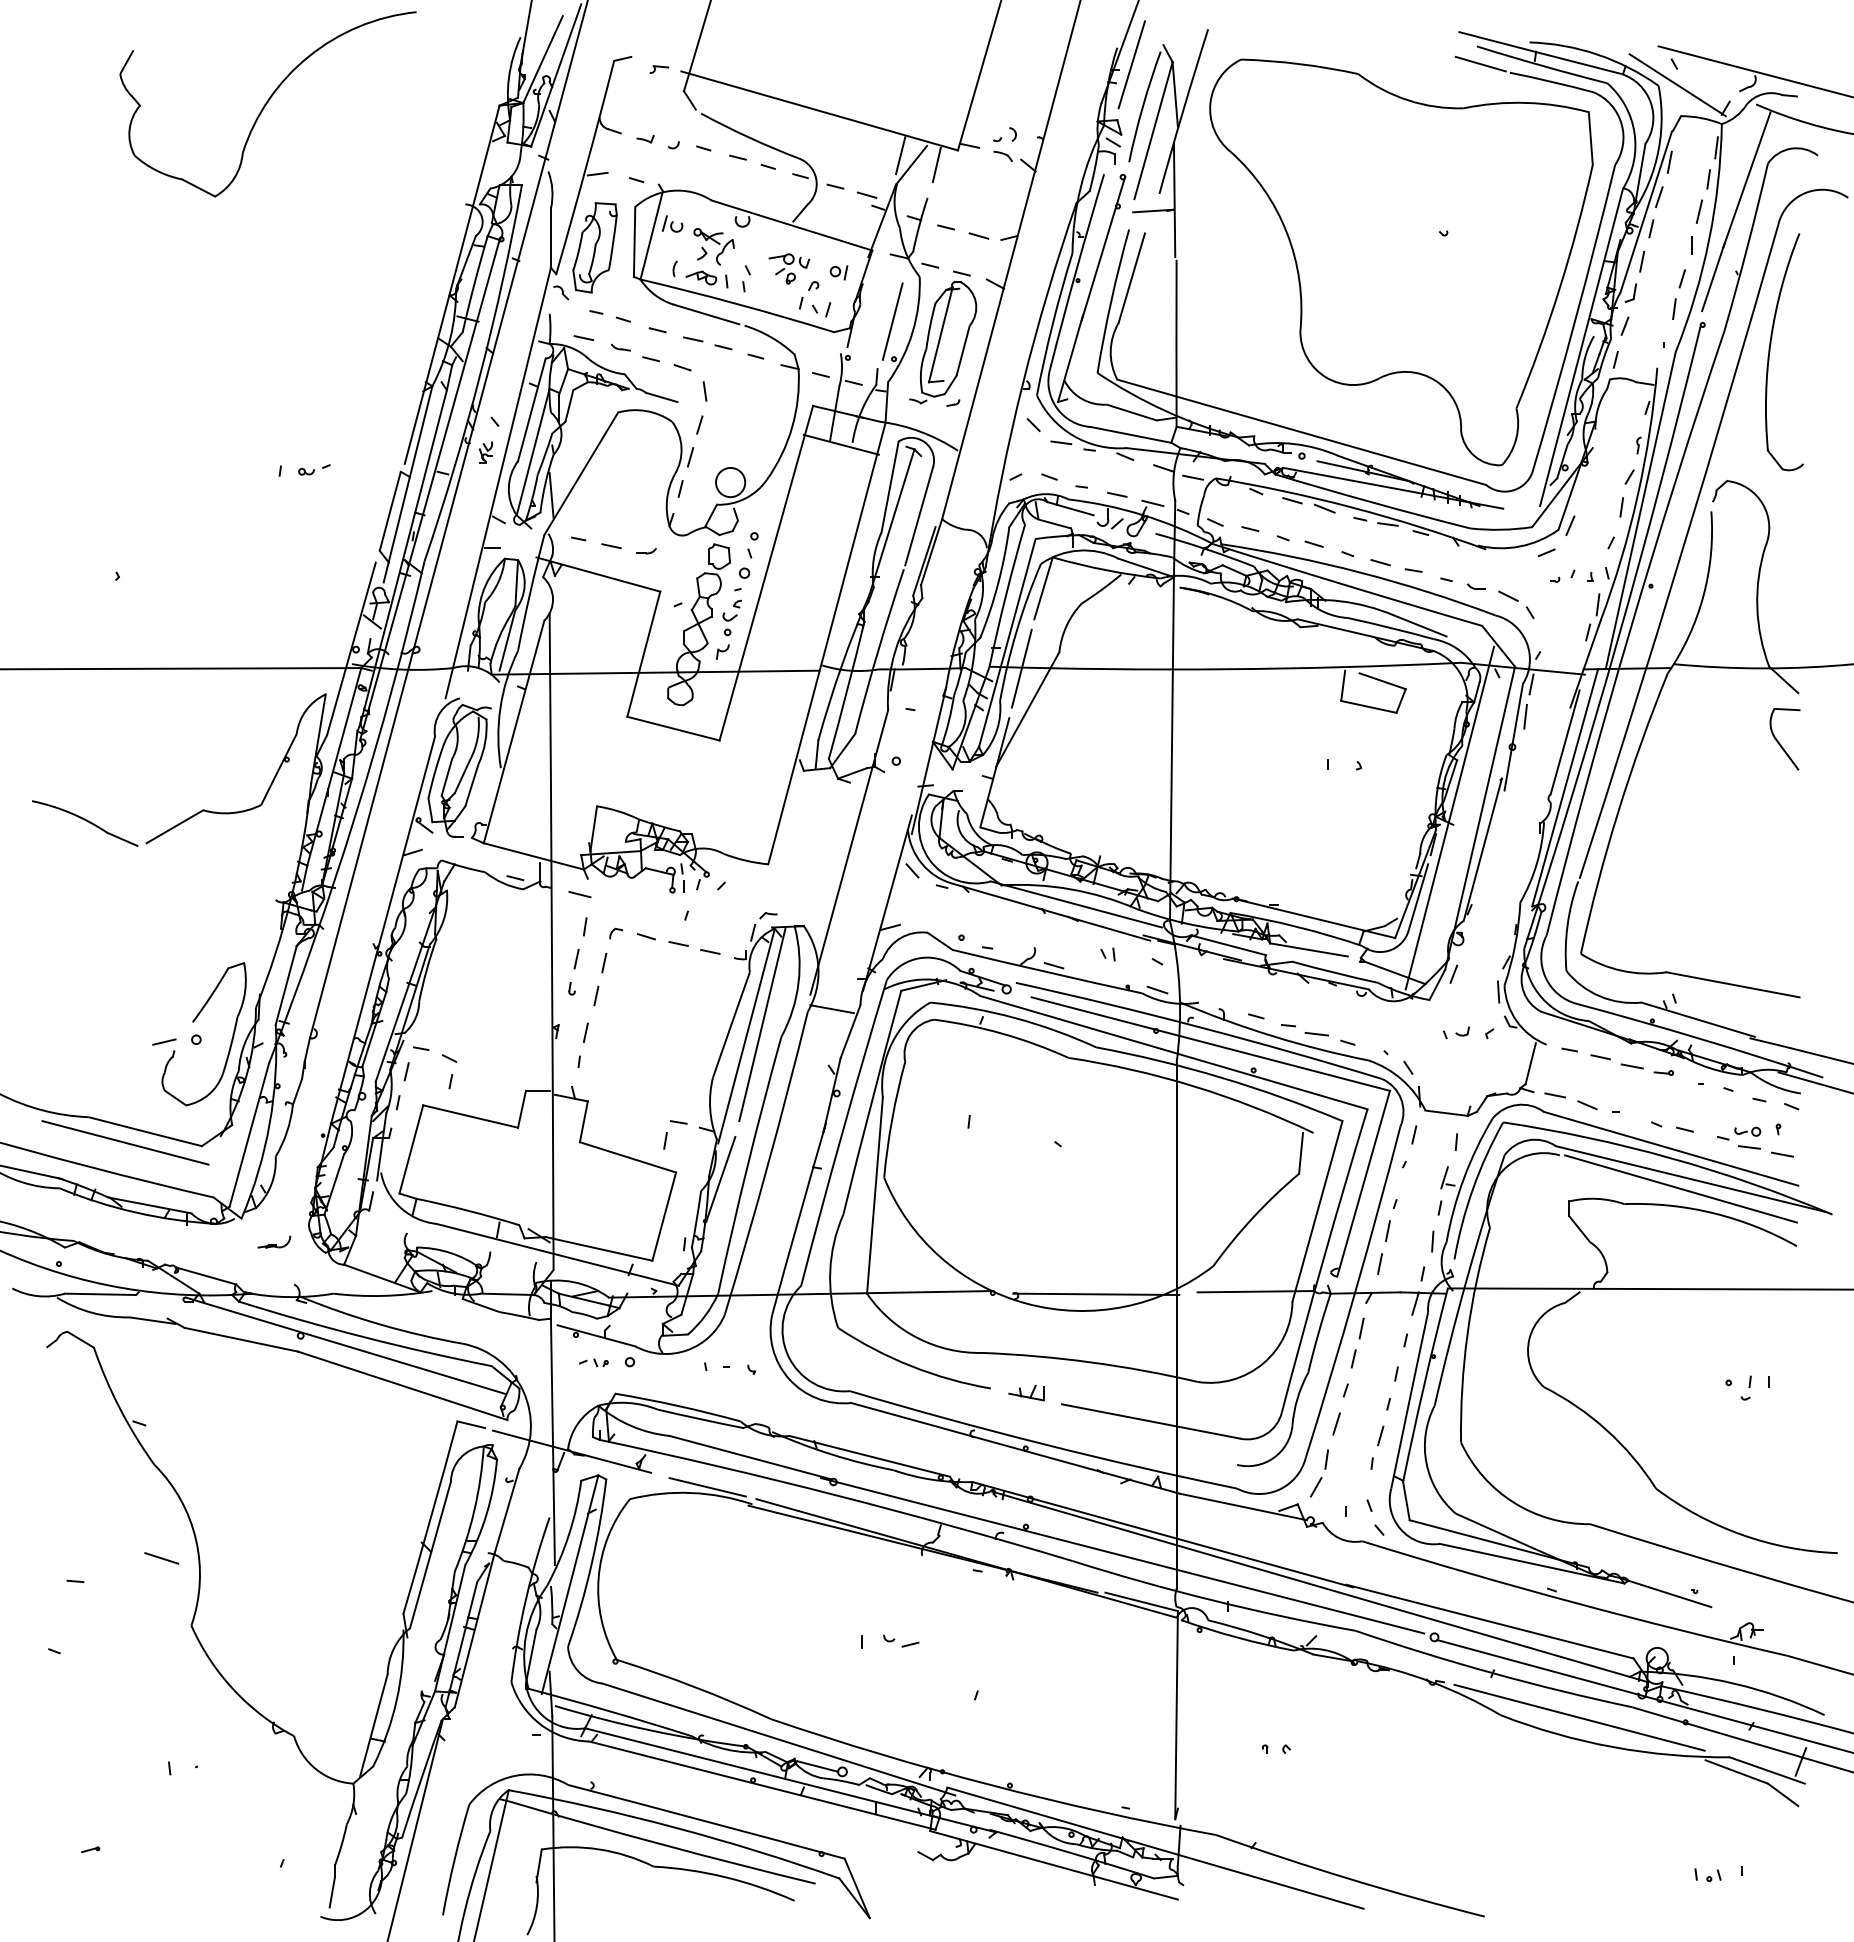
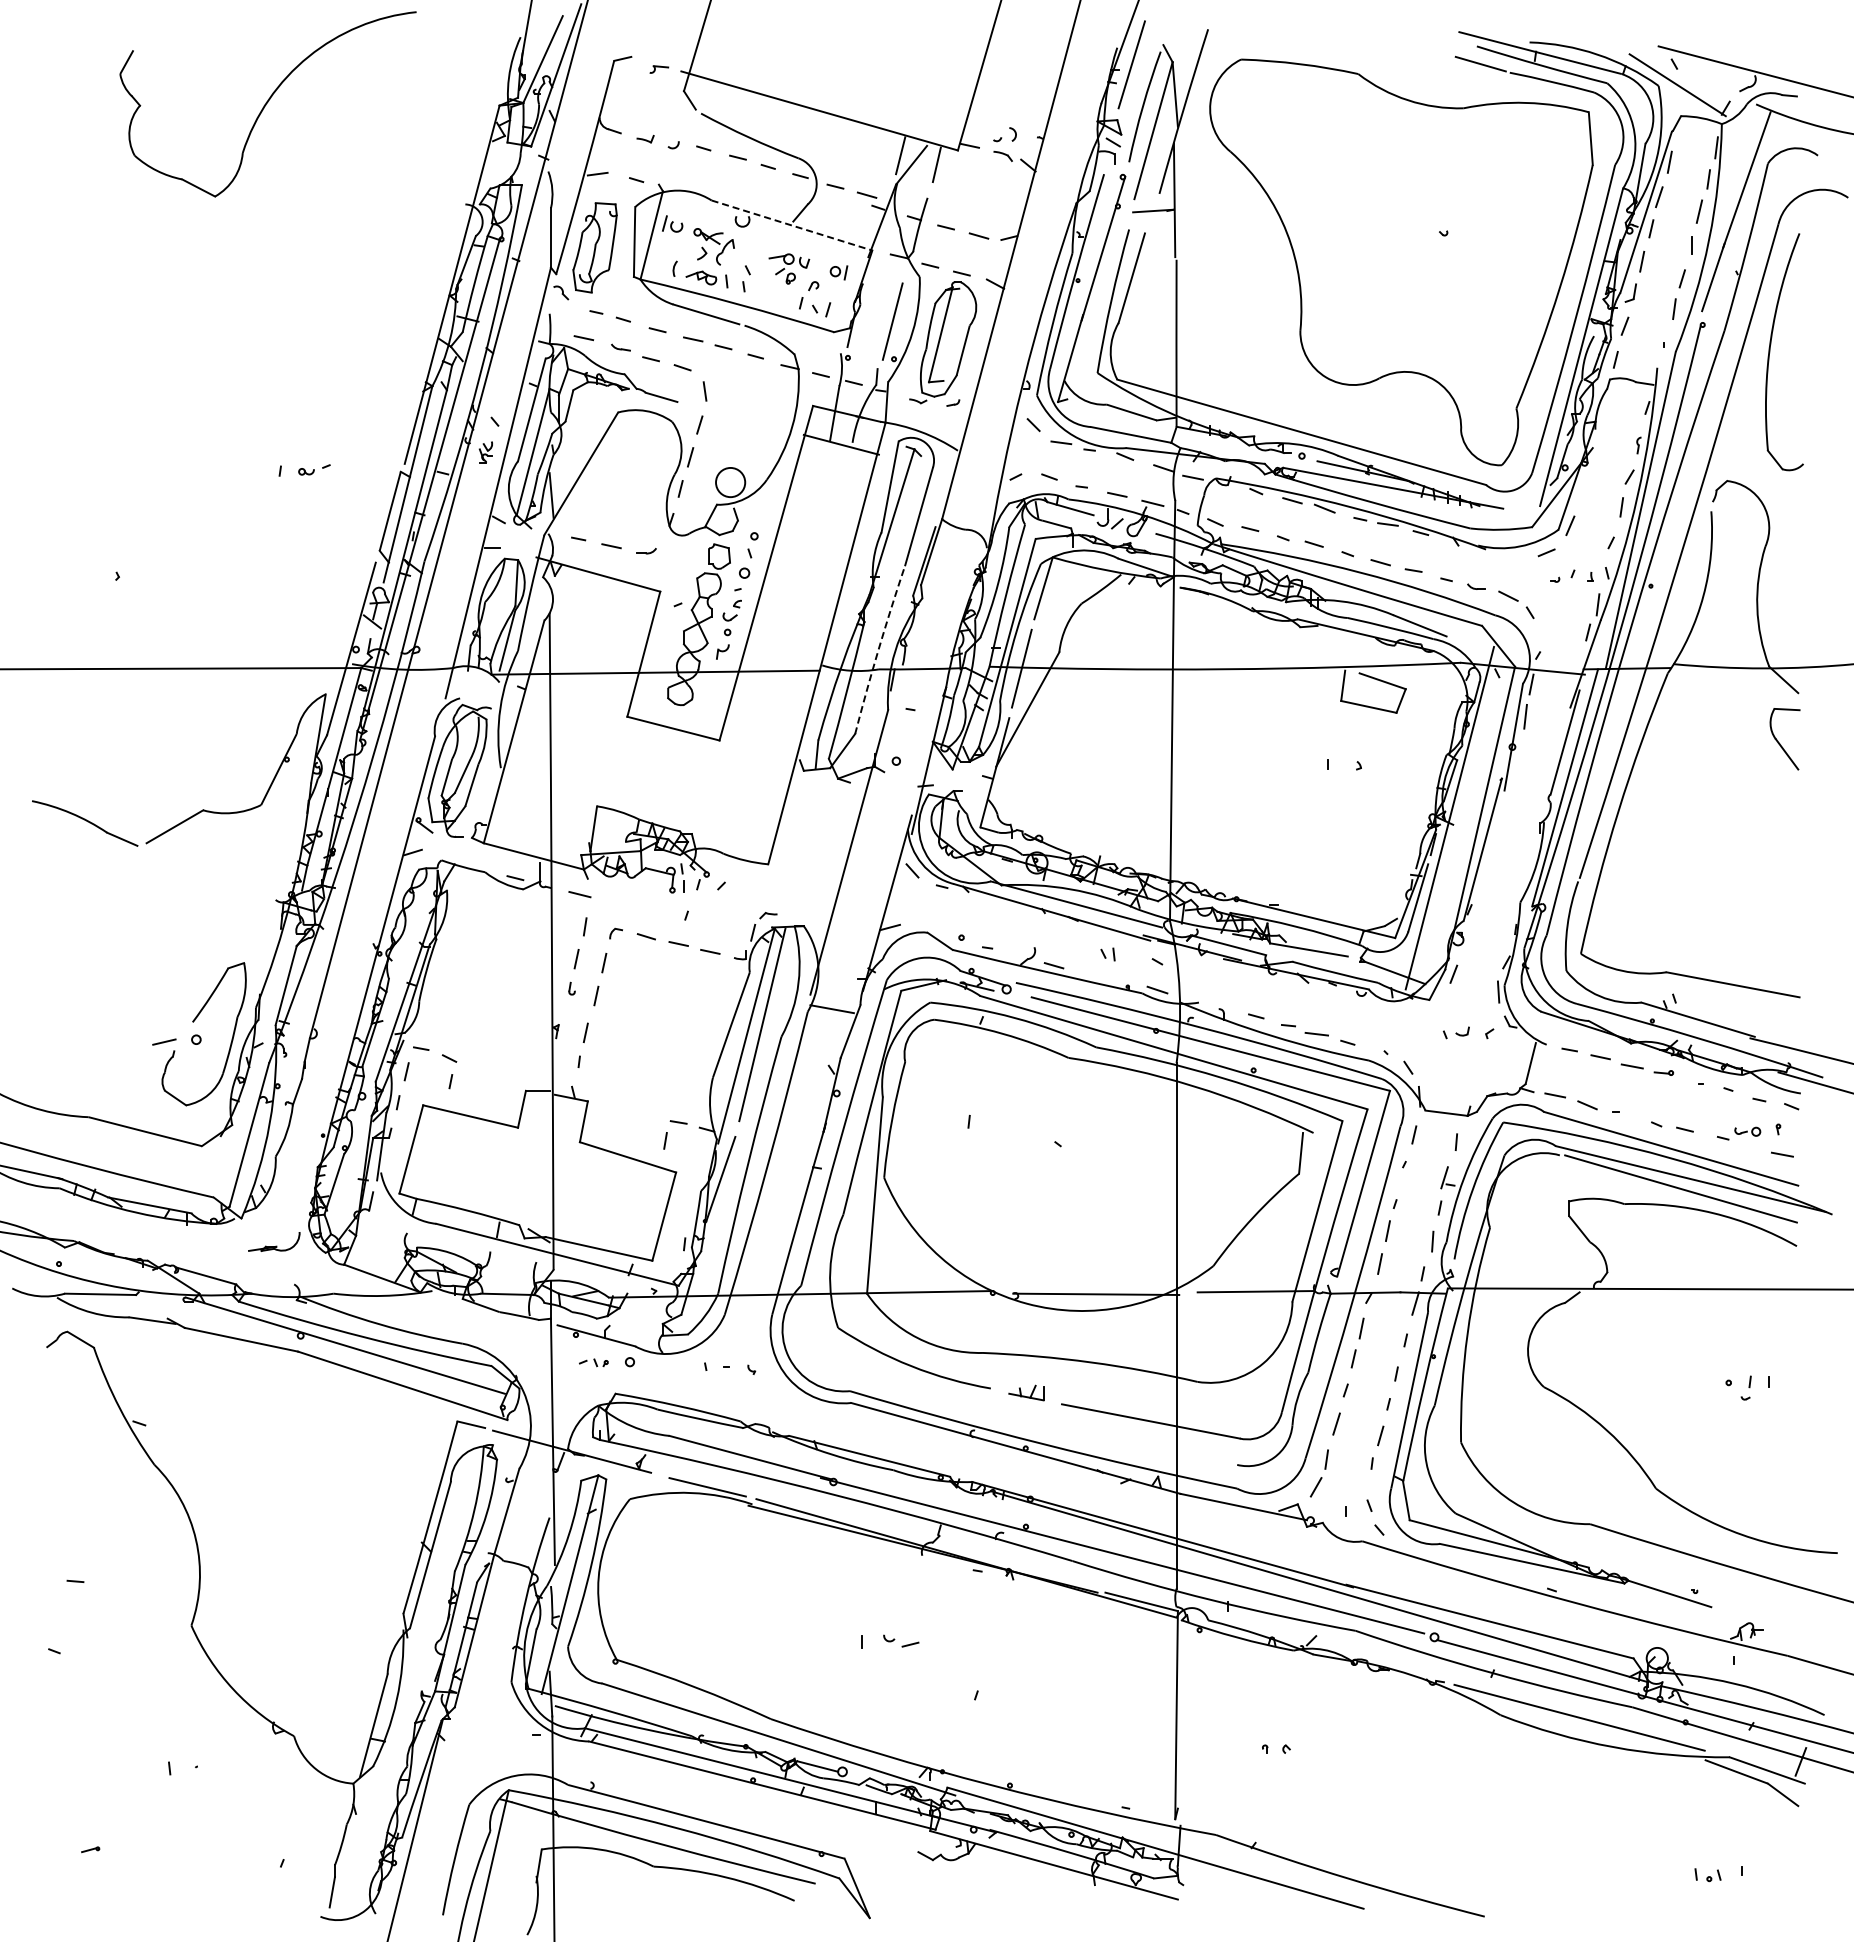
line at (792, 225): solid -> dashed
arc at (878, 651): solid -> dashed
line at (125, 1142): present -> none
line at (1749, 1147): present -> none
part at (274, 1241) size: 35x14 px -> 53x20 px
line at (161, 1558): present -> none
